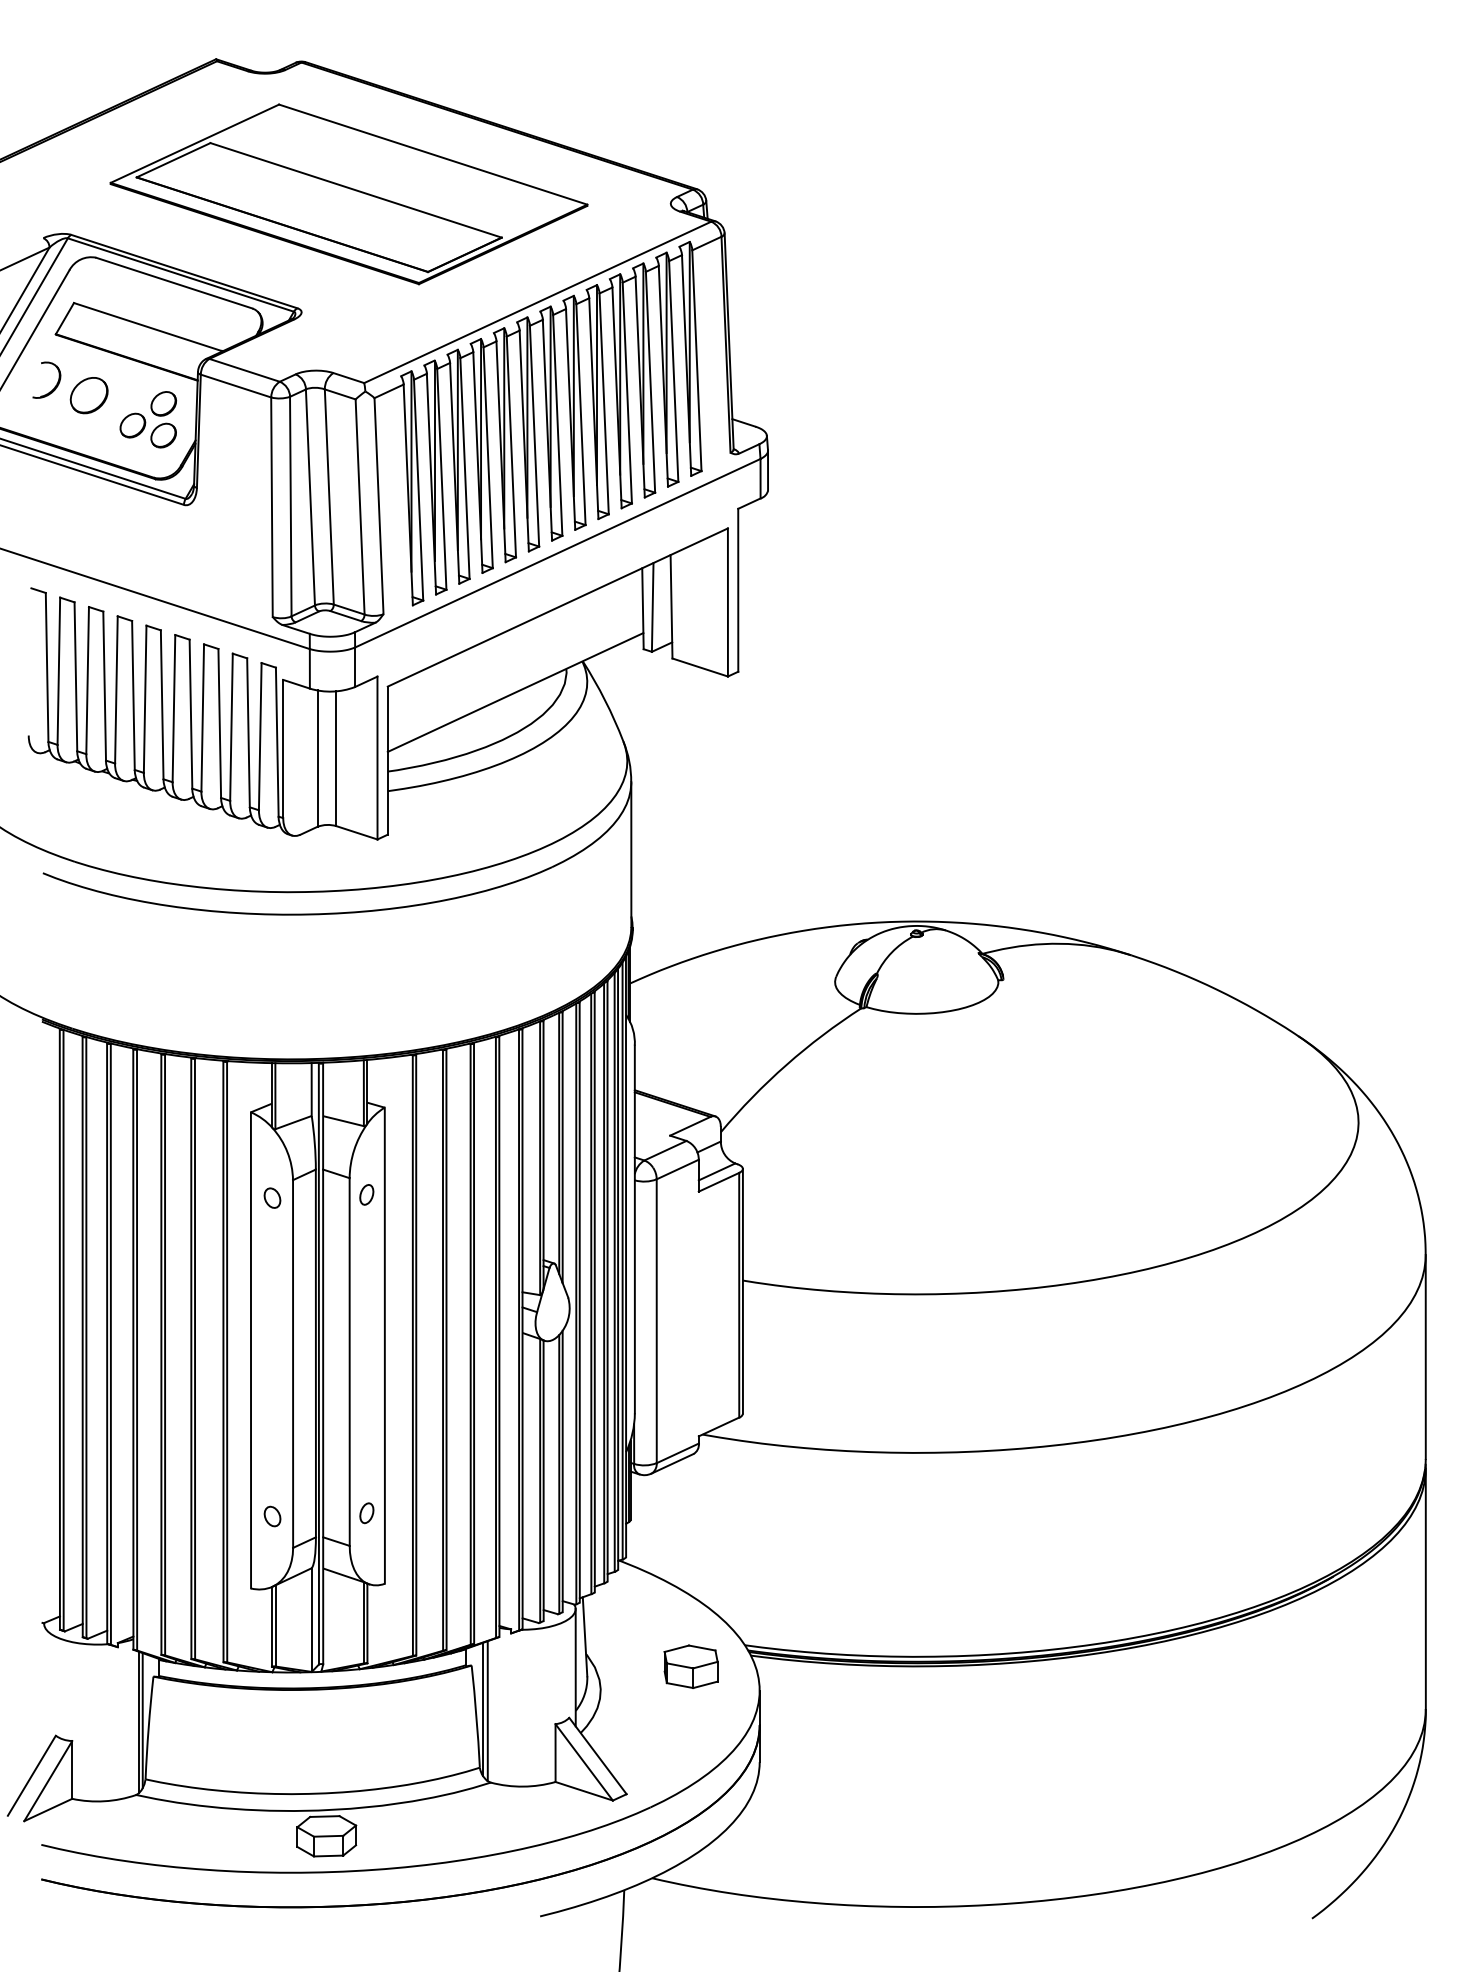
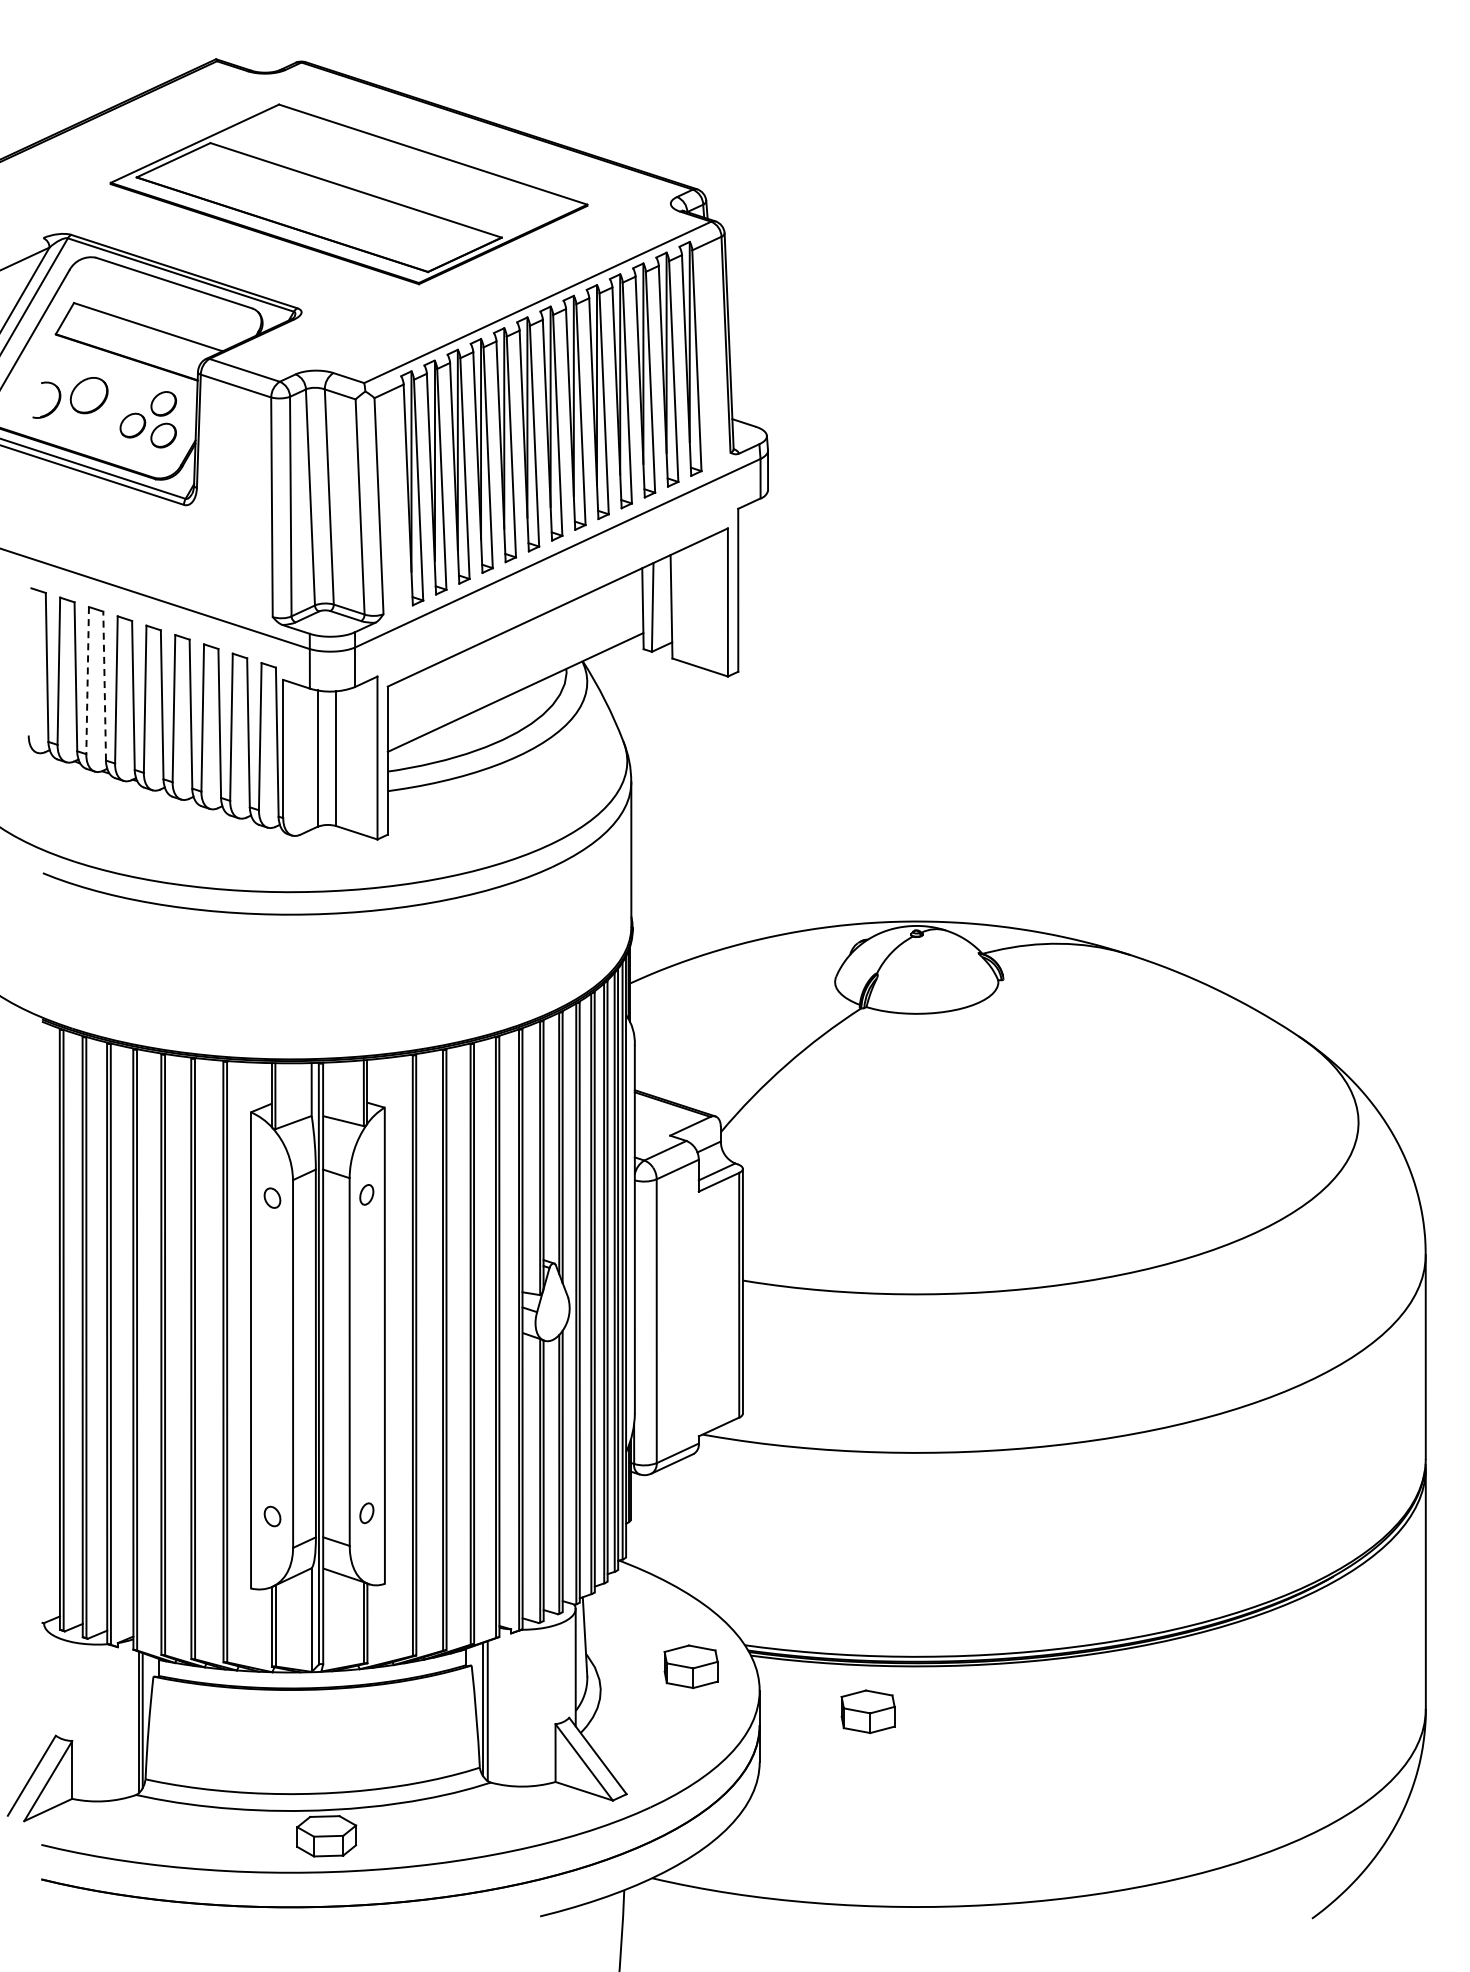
part at (54, 386) position: (54, 386) -> (54, 406)
line at (87, 680): solid -> dashed
line at (104, 685): solid -> dashed
part at (867, 1711): none -> present
